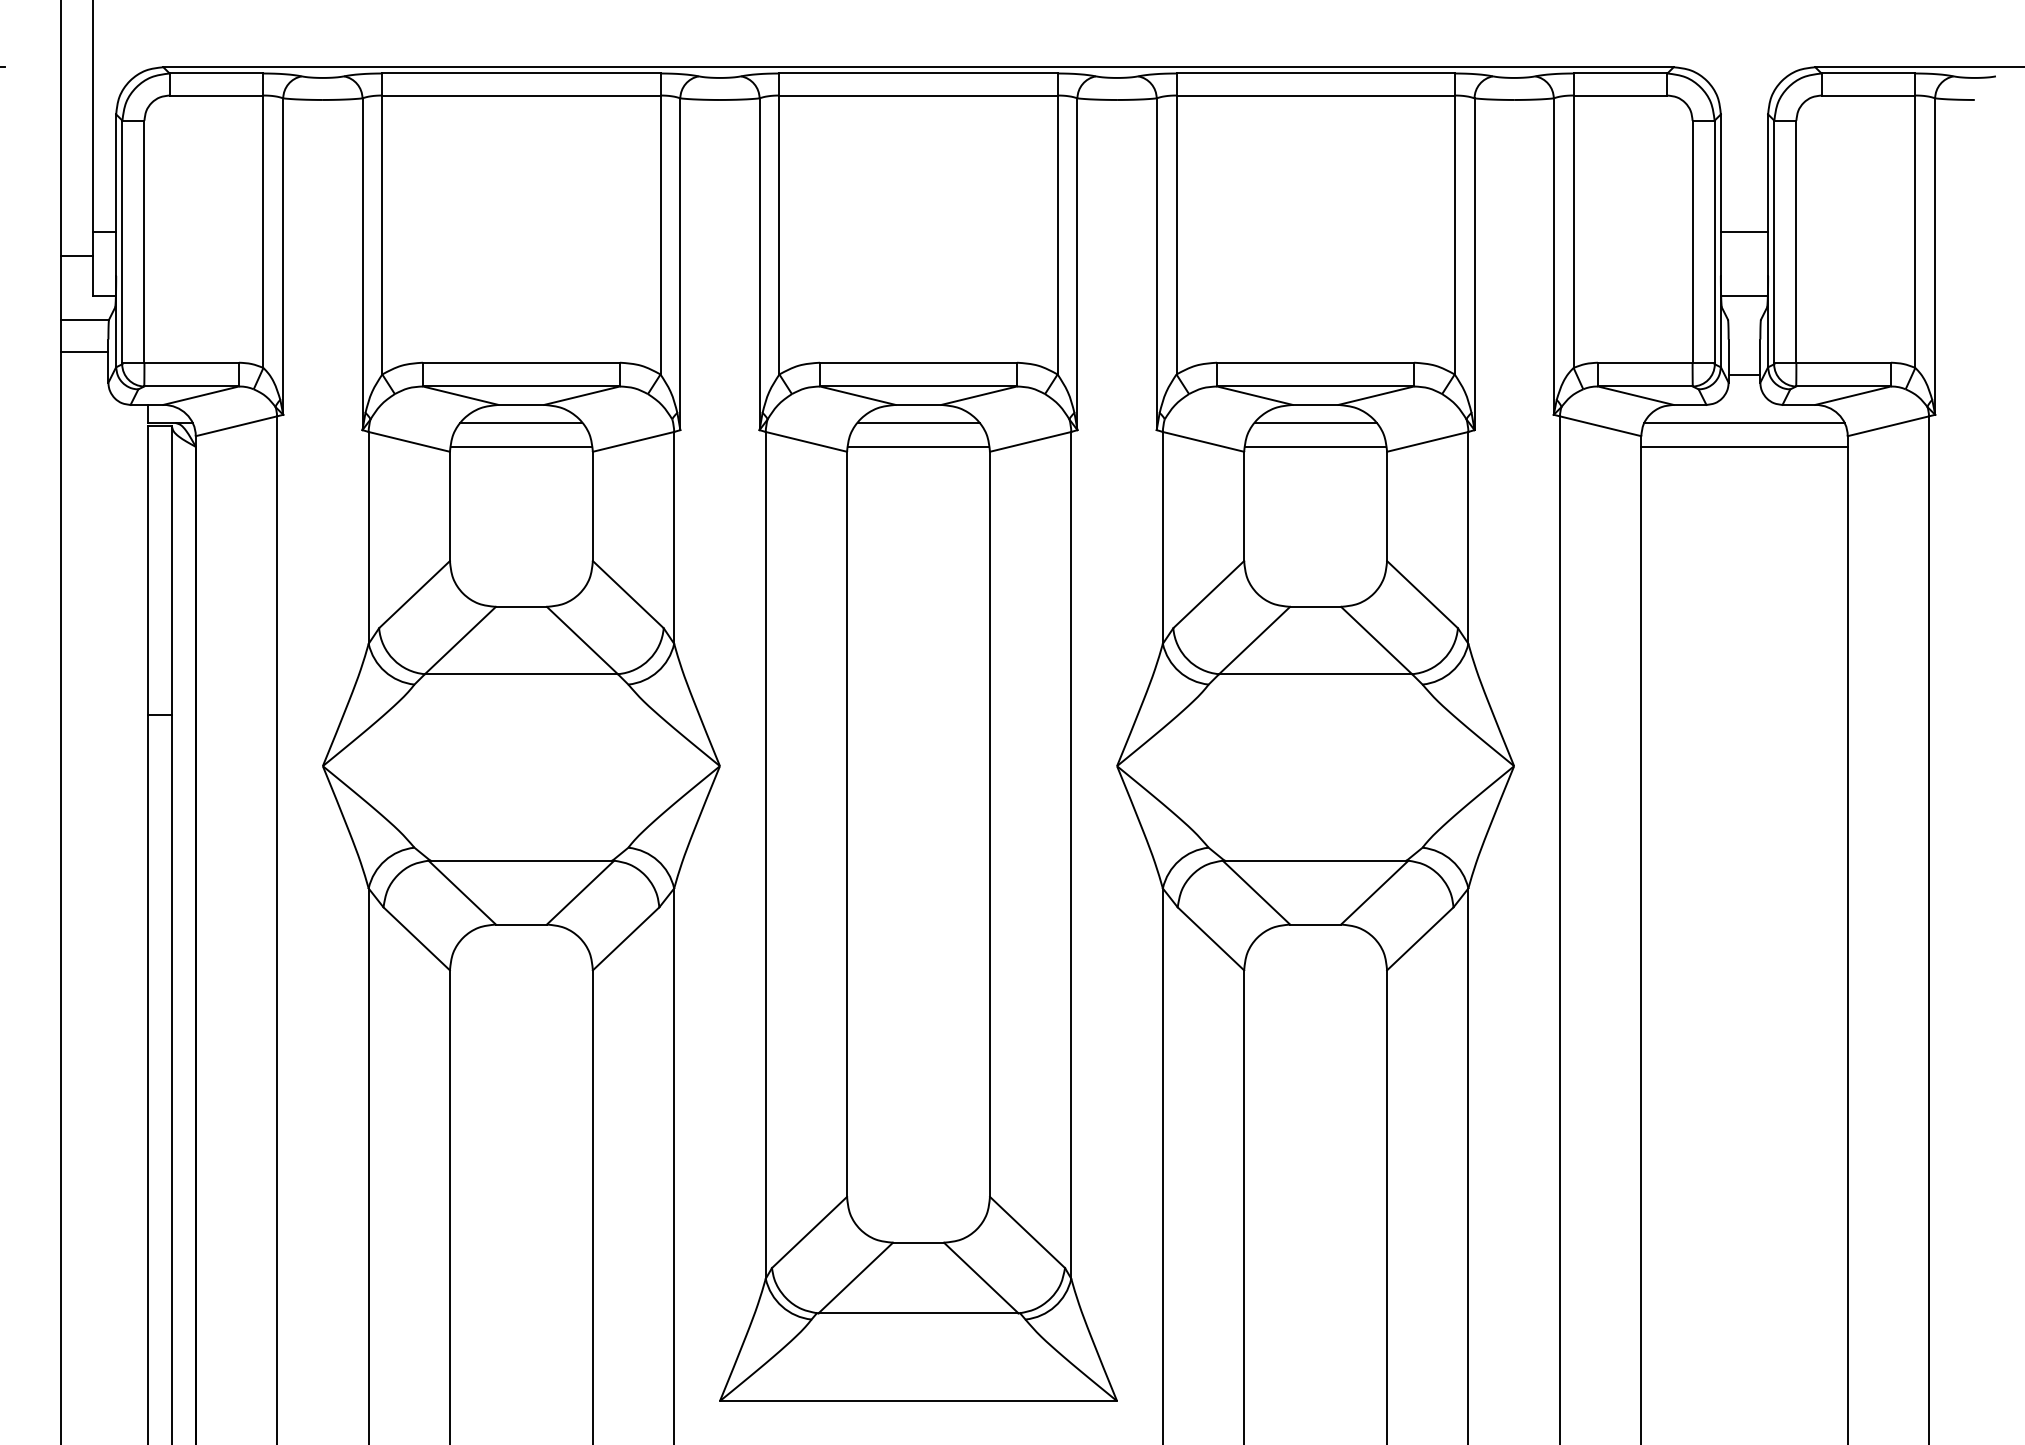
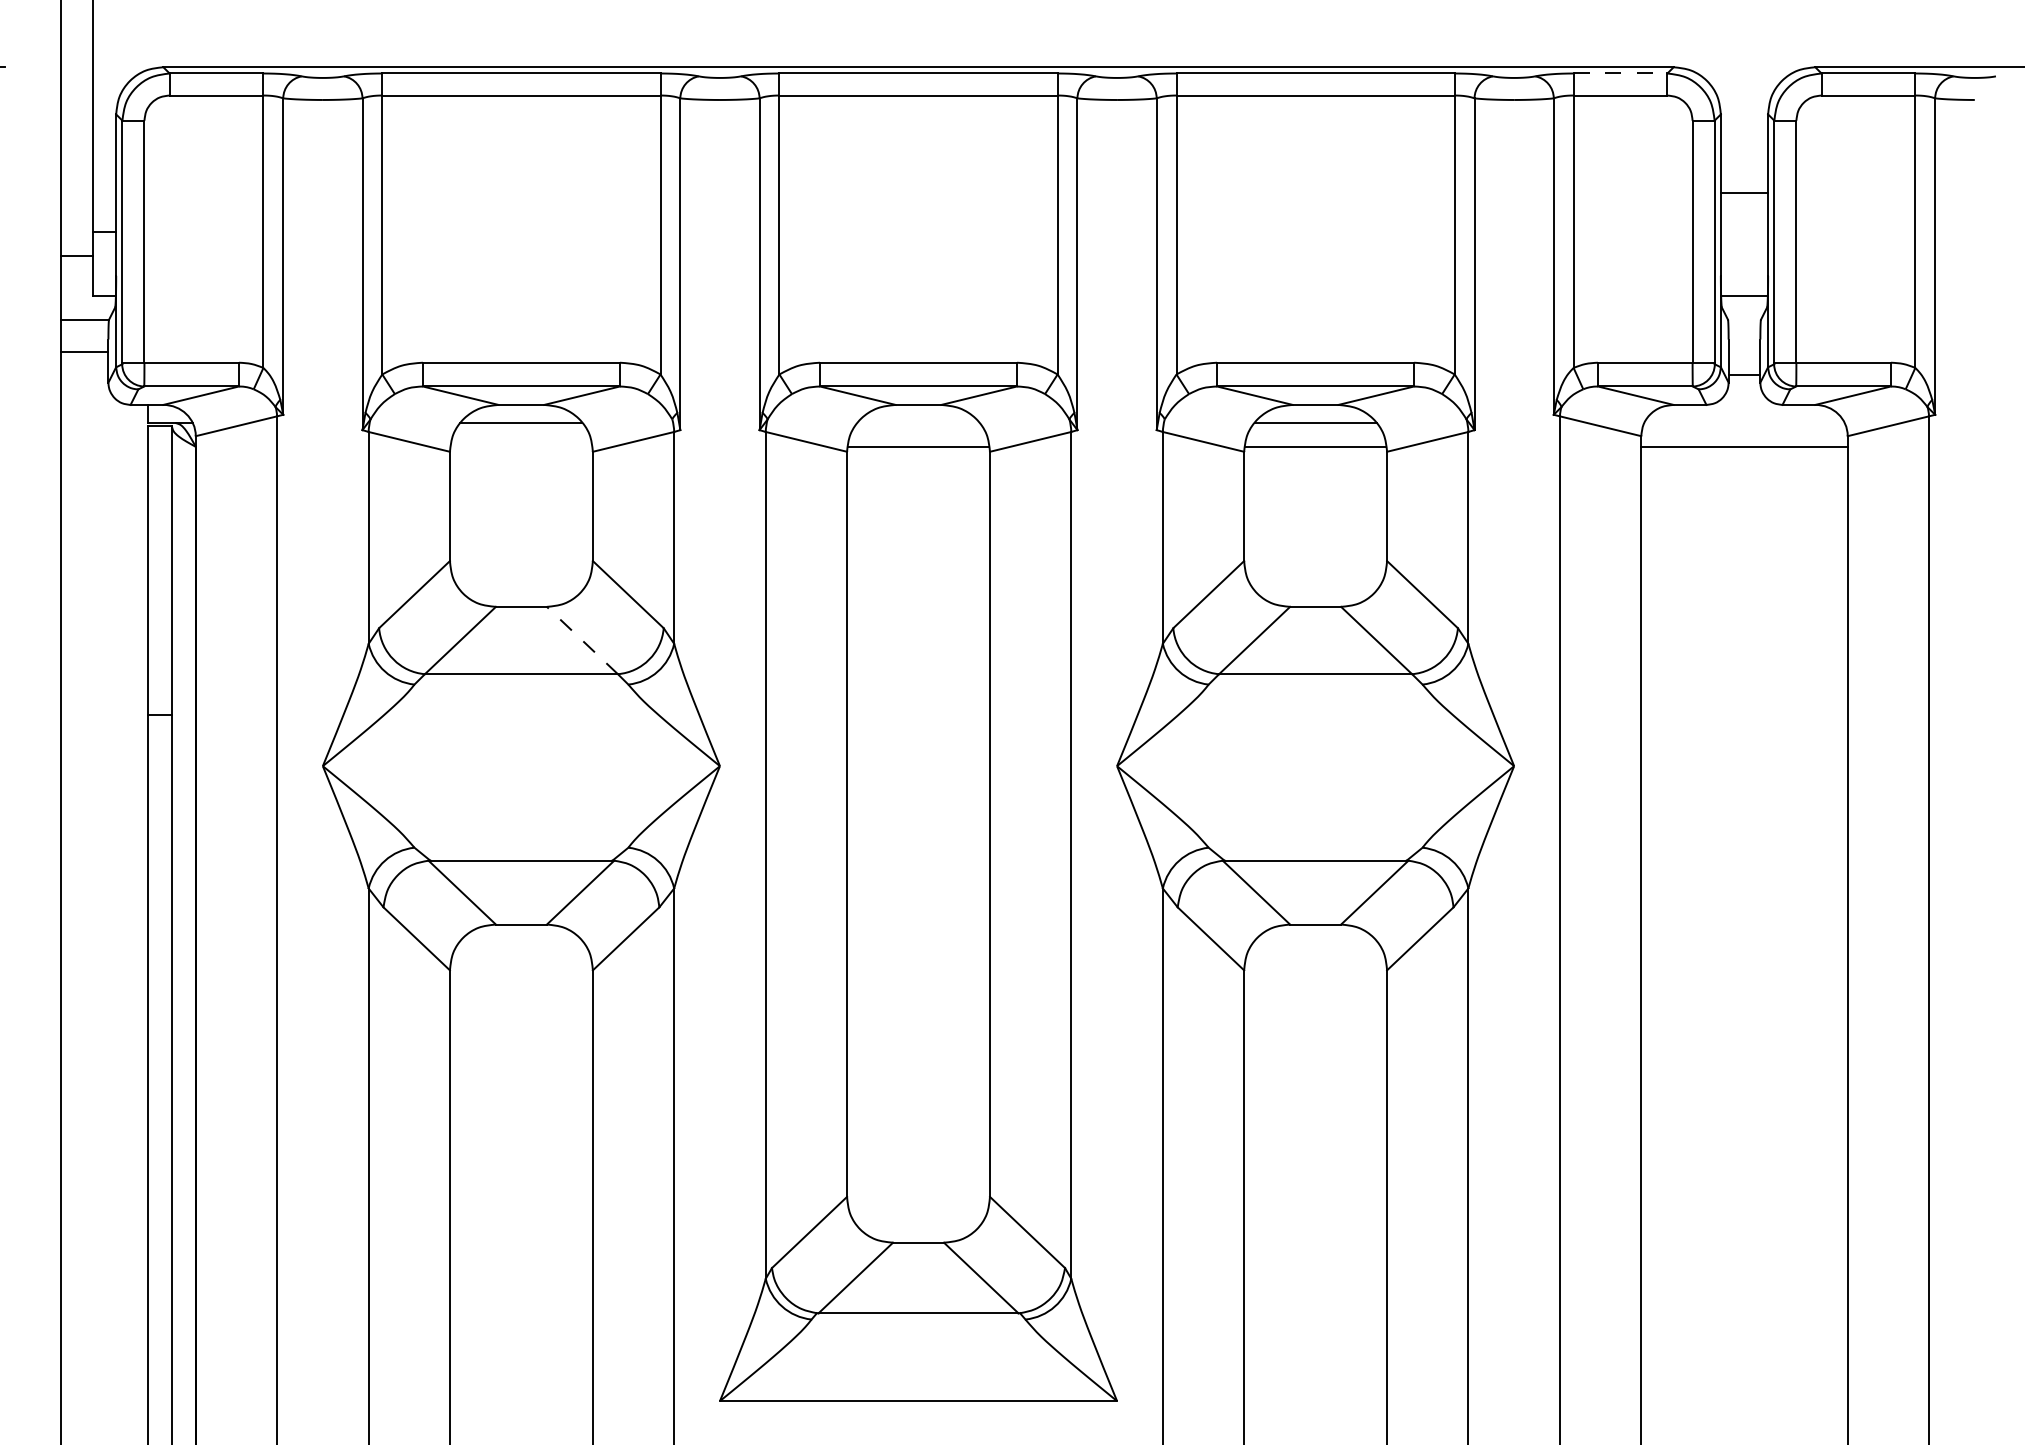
line at (1620, 73): solid -> dashed
line at (1744, 232) position: (1744, 232) -> (1744, 193)
line at (918, 422): present -> none
line at (1744, 422): present -> none
line at (520, 446): present -> none
line at (582, 640): solid -> dashed
